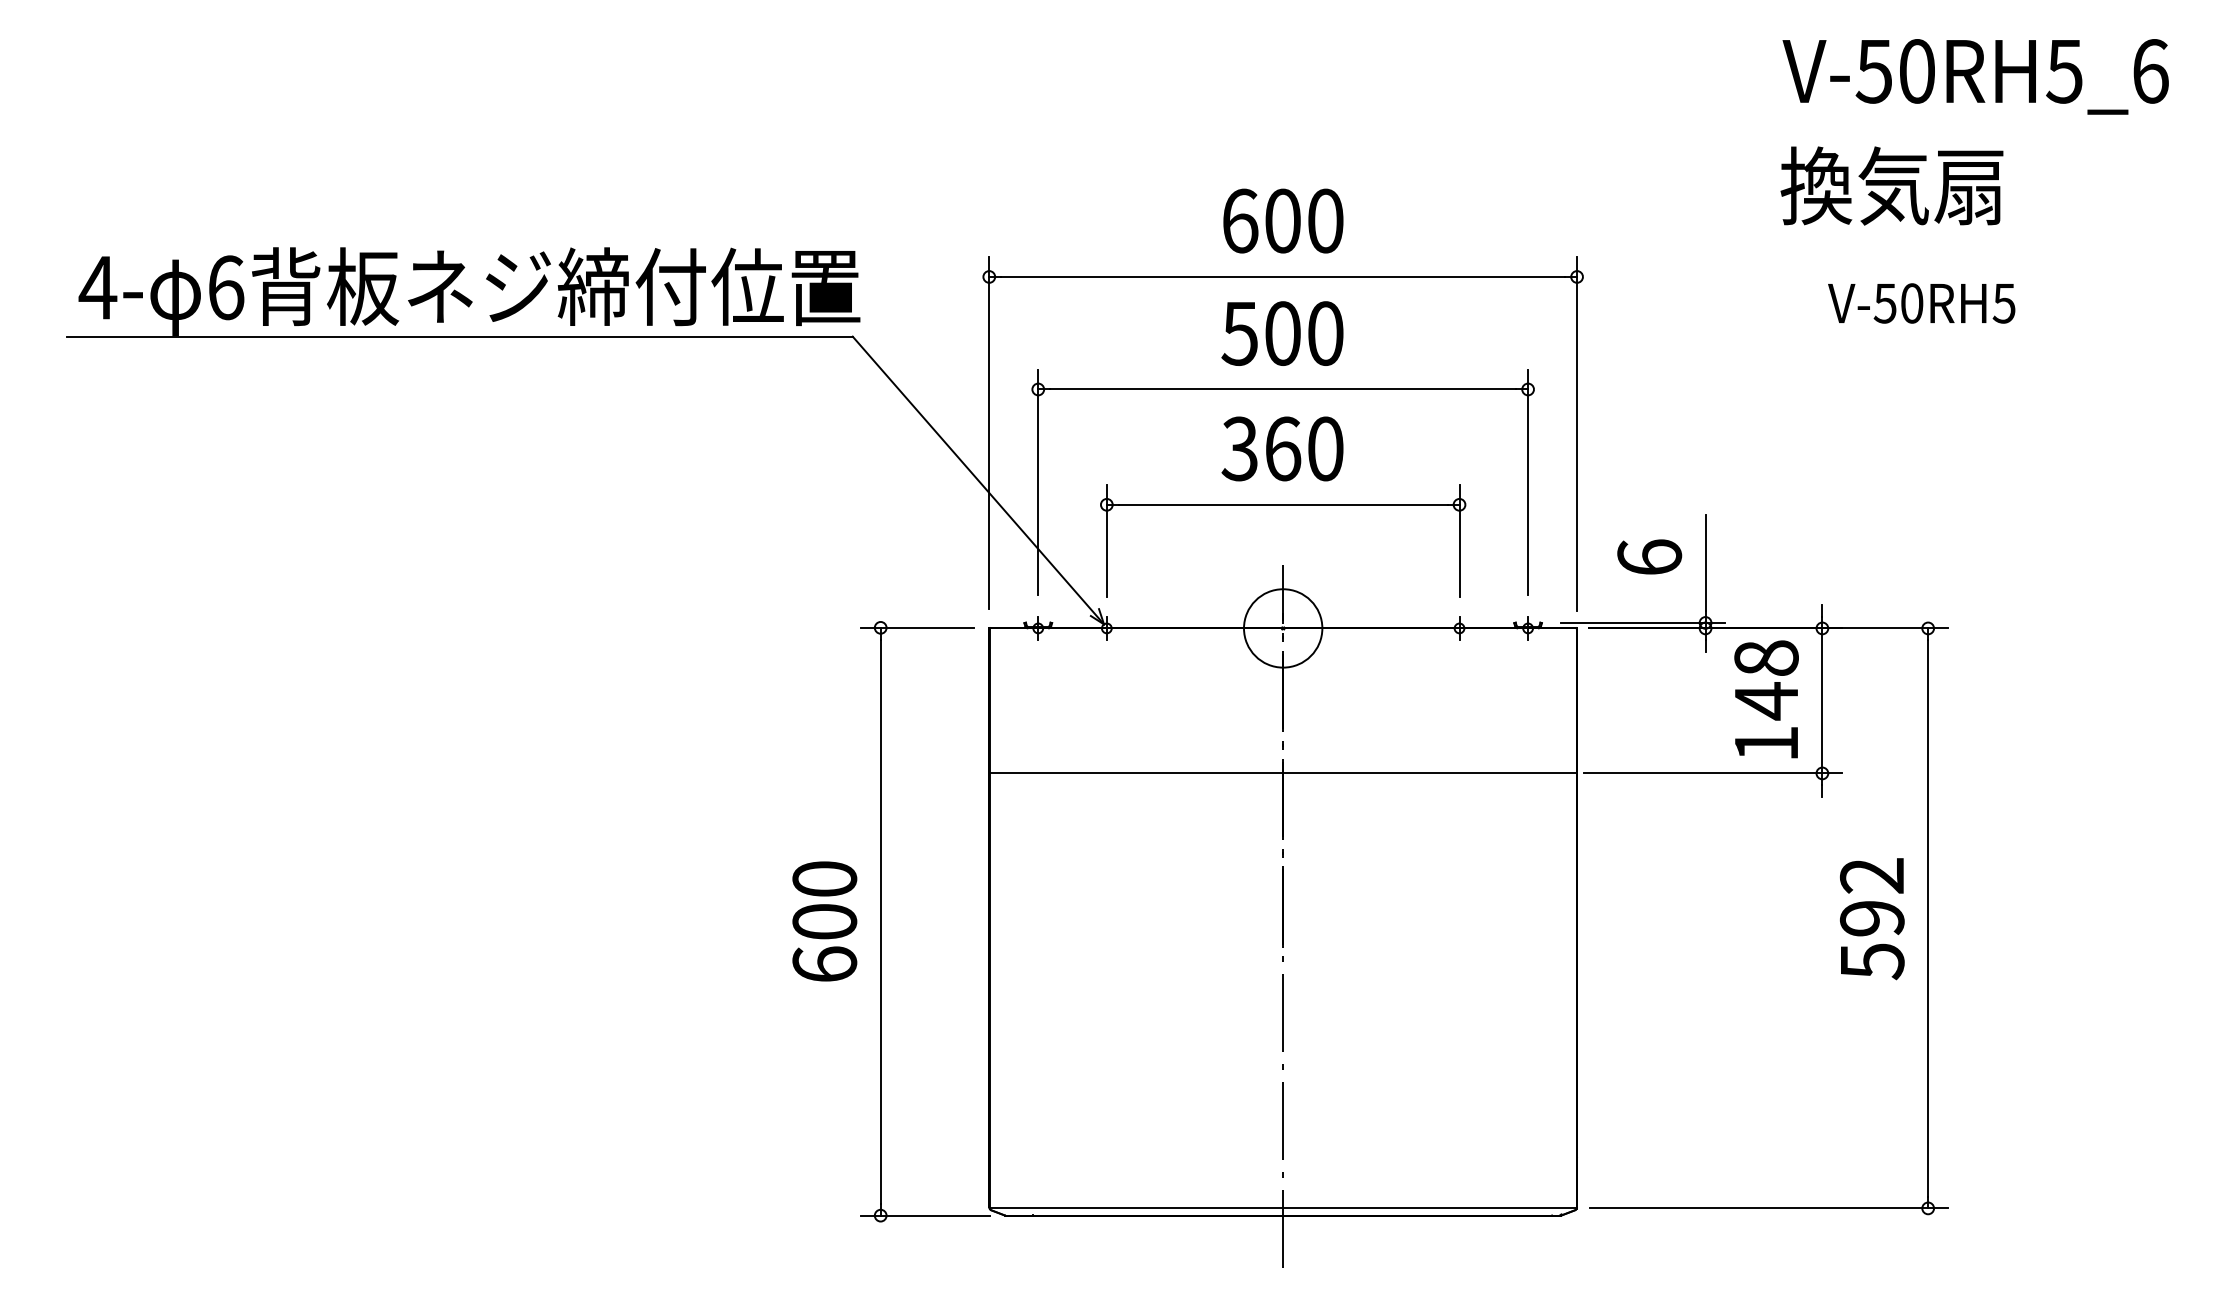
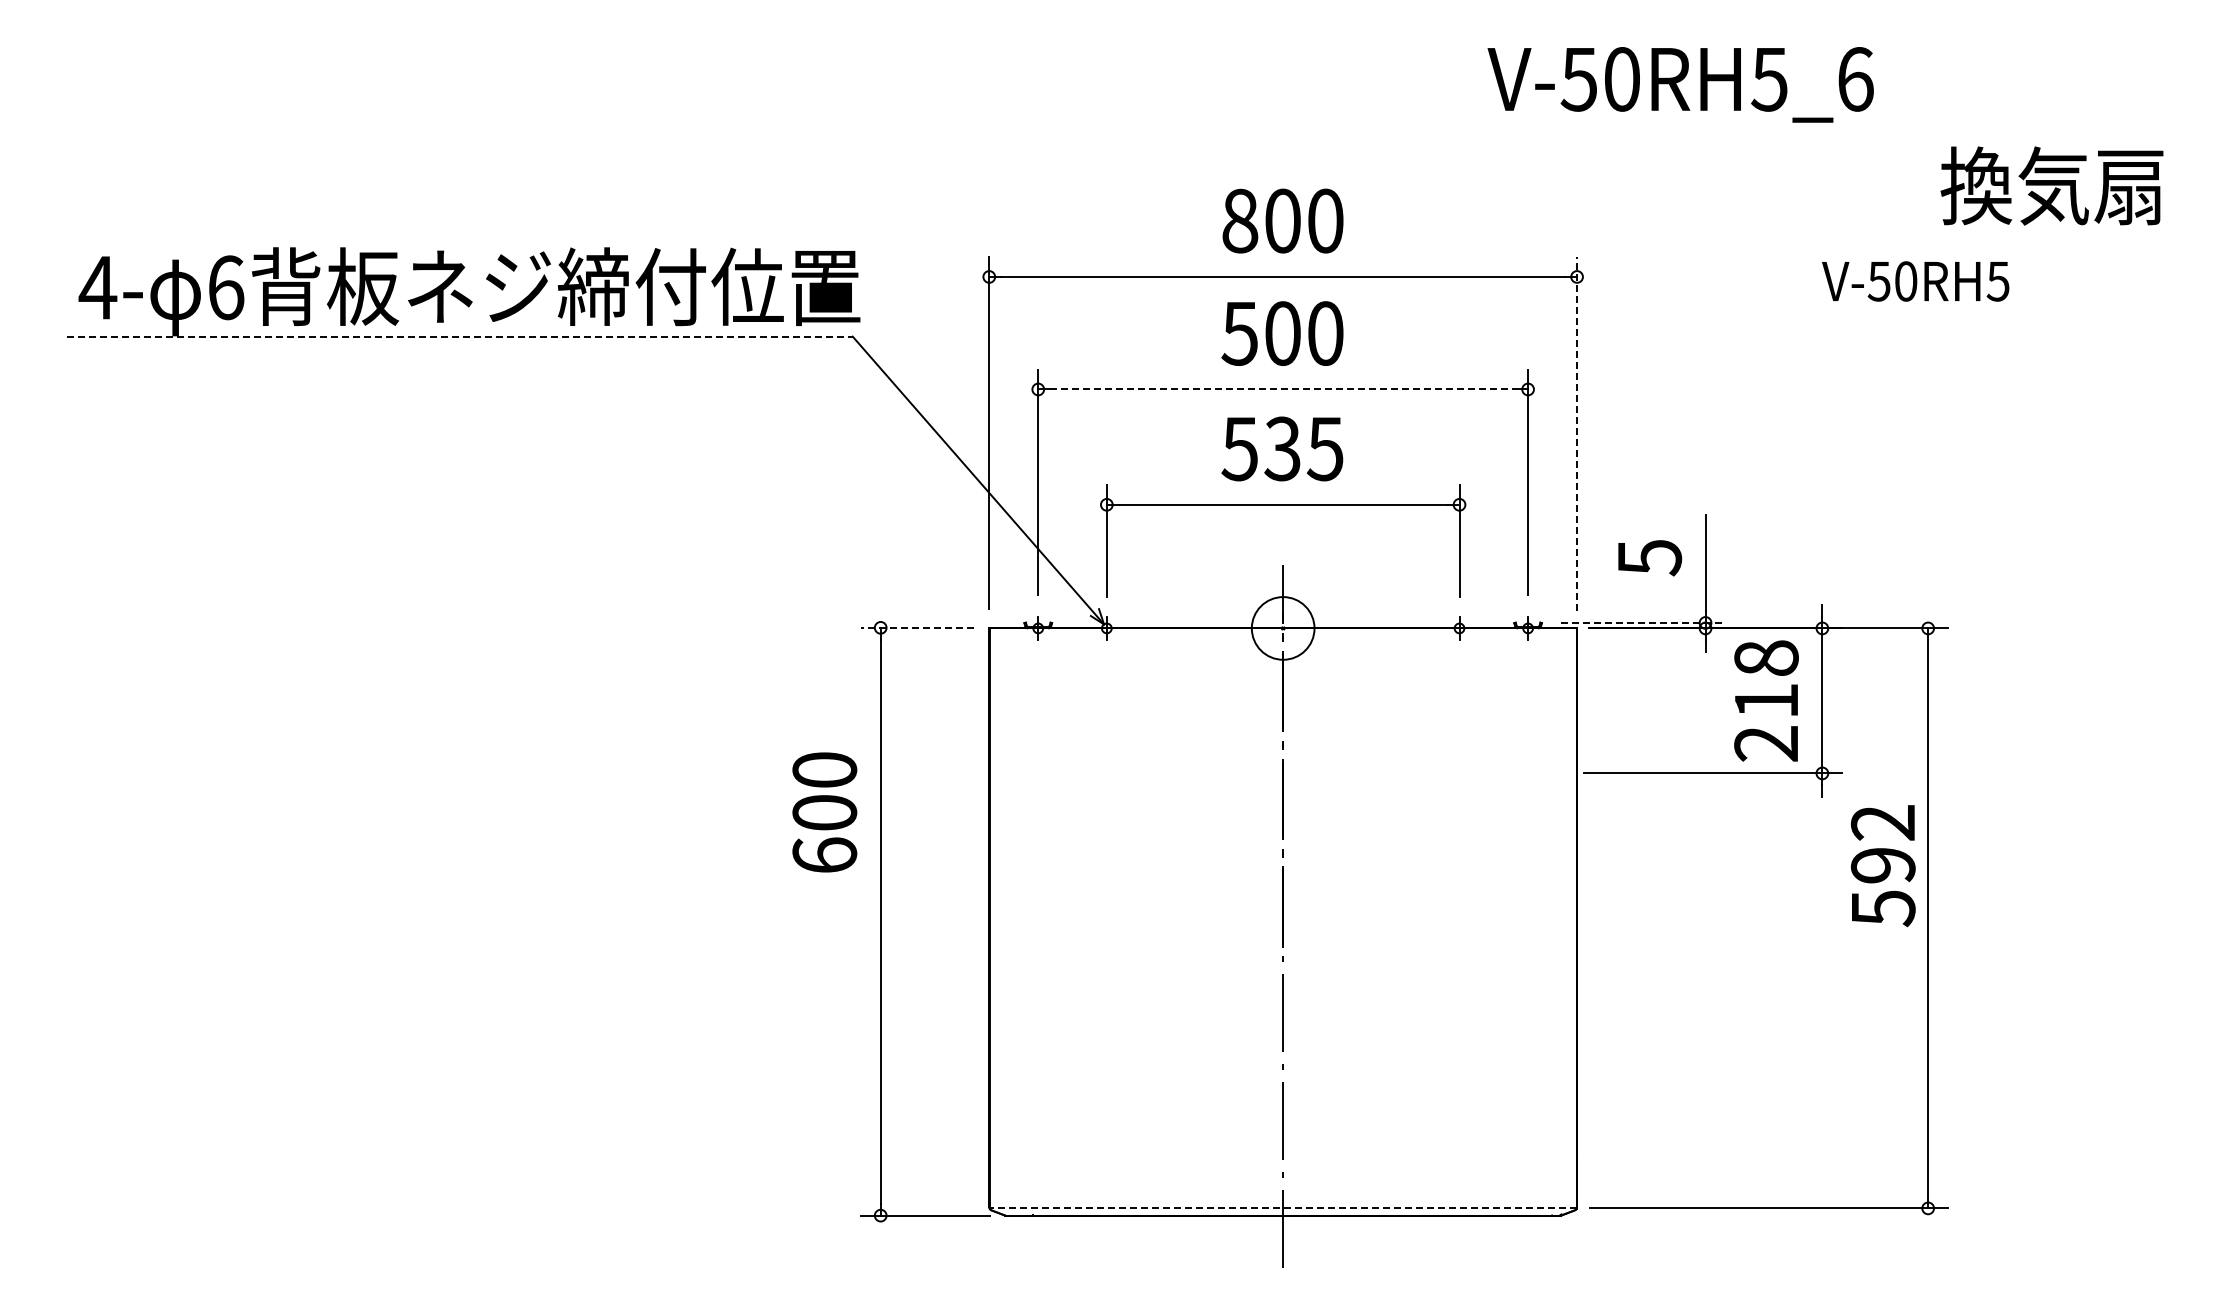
text at (1975, 76) position: (1975, 76) -> (1680, 84)
text at (1891, 185) position: (1891, 185) -> (2051, 185)
text at (1240, 220): 600 -> 800
text at (1921, 303) position: (1921, 303) -> (1915, 281)
line at (459, 336): solid -> dashed
line at (1283, 389): solid -> dashed
line at (1577, 434): solid -> dashed
text at (1282, 448): 360 -> 535
text at (1649, 557): 6 -> 5
line at (1643, 622): solid -> dashed
line at (916, 627): solid -> dashed
circle at (1283, 628) diameter: 78 px -> 63 px
text at (1765, 721): 148 -> 218
line at (1282, 773): present -> none
text at (1872, 919) position: (1872, 919) -> (1883, 866)
text at (824, 921) position: (824, 921) -> (824, 812)
line at (1282, 1208): solid -> dashed
